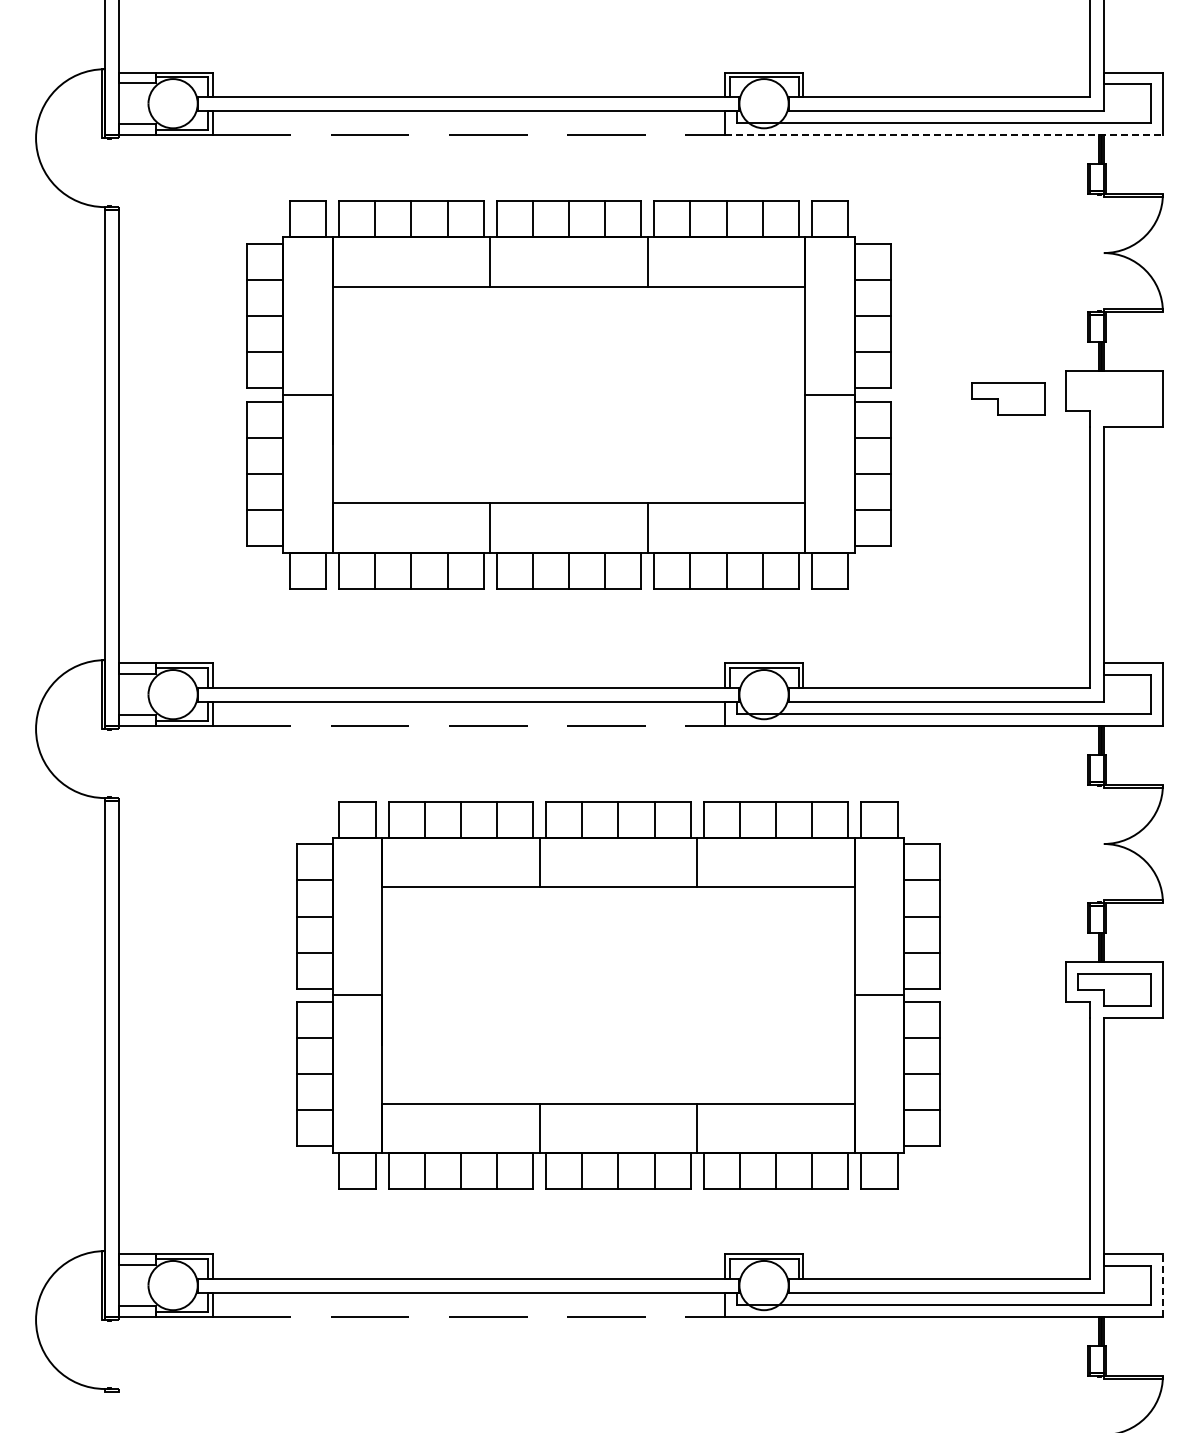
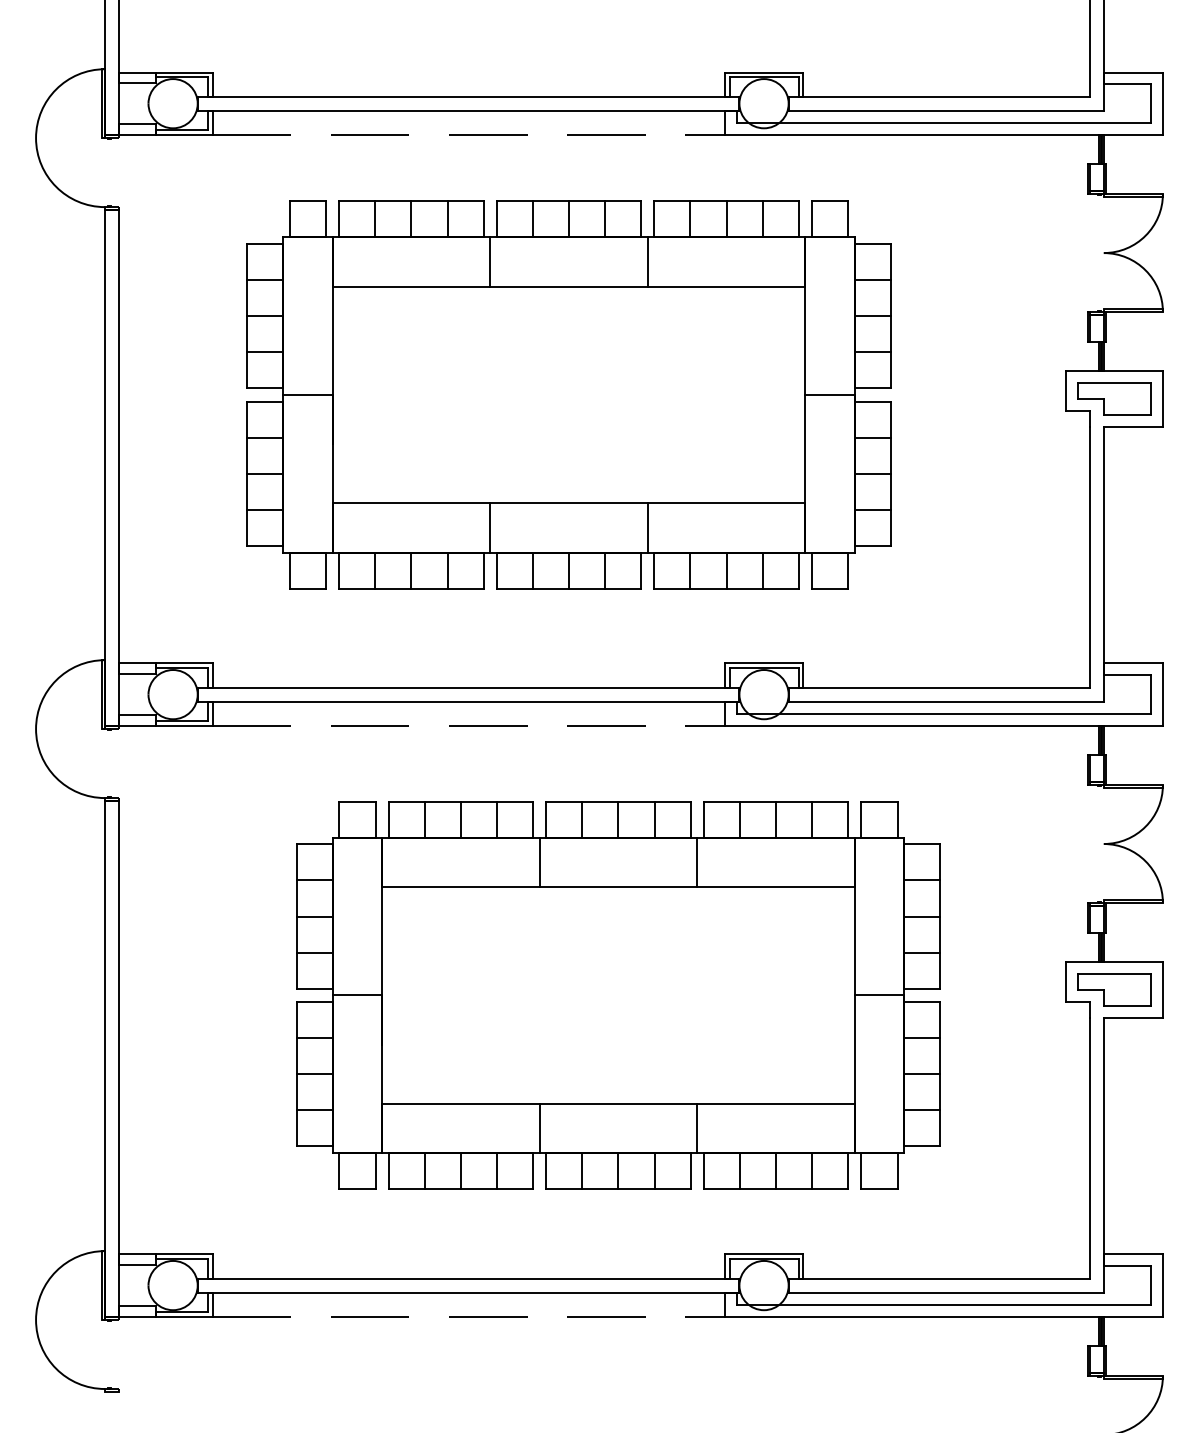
line at (944, 134): dashed -> solid
part at (1008, 398) position: (1008, 398) -> (1114, 398)
line at (1162, 1285): dashed -> solid
